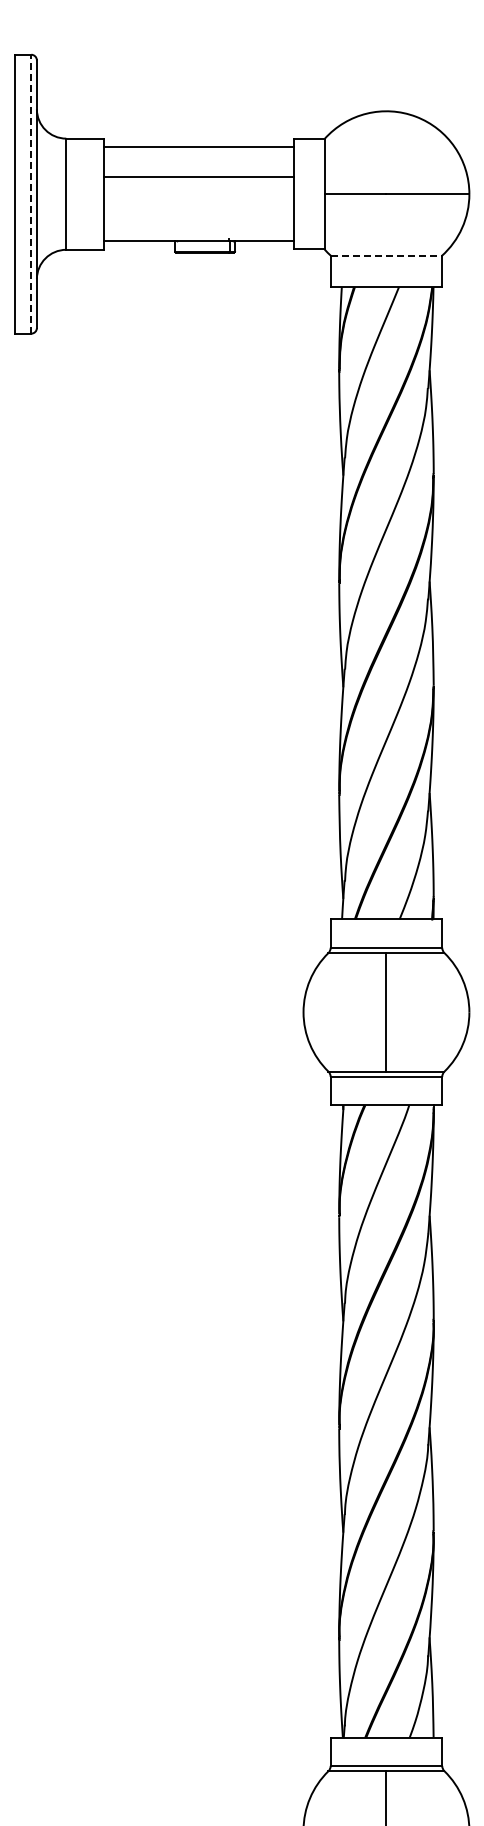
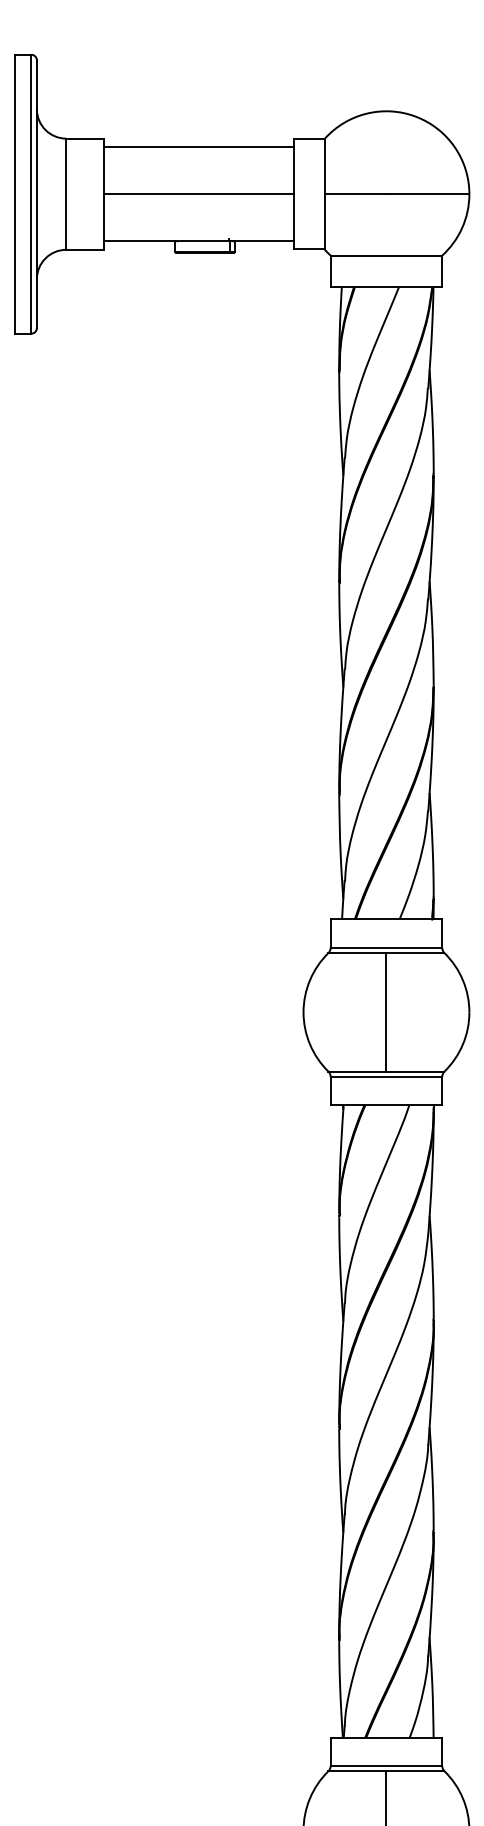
line at (198, 177) position: (198, 177) -> (198, 194)
line at (31, 193): dashed -> solid
line at (386, 256): dashed -> solid
